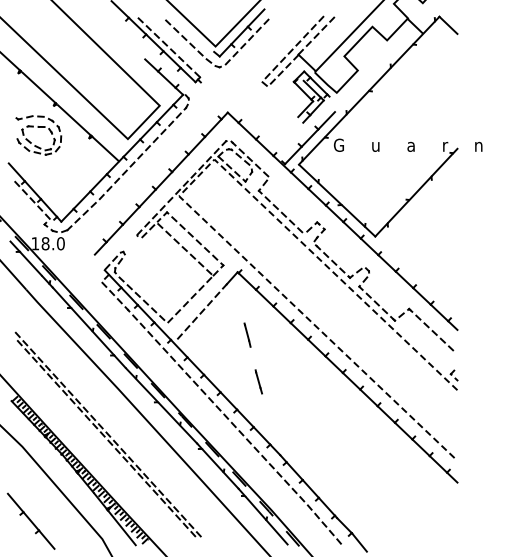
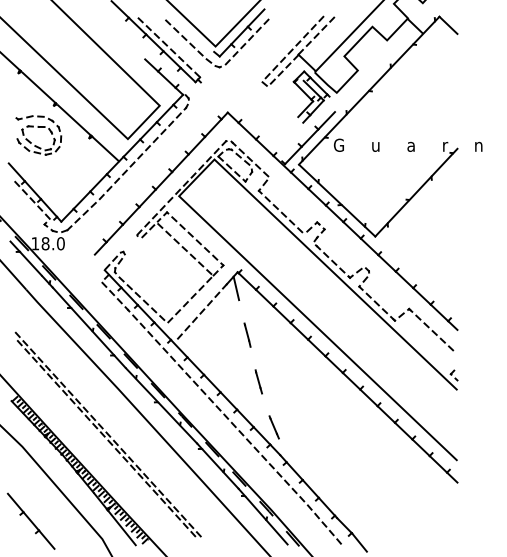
line at (179, 195): dashed -> solid
line at (236, 288): none -> present
line at (273, 427): none -> present
